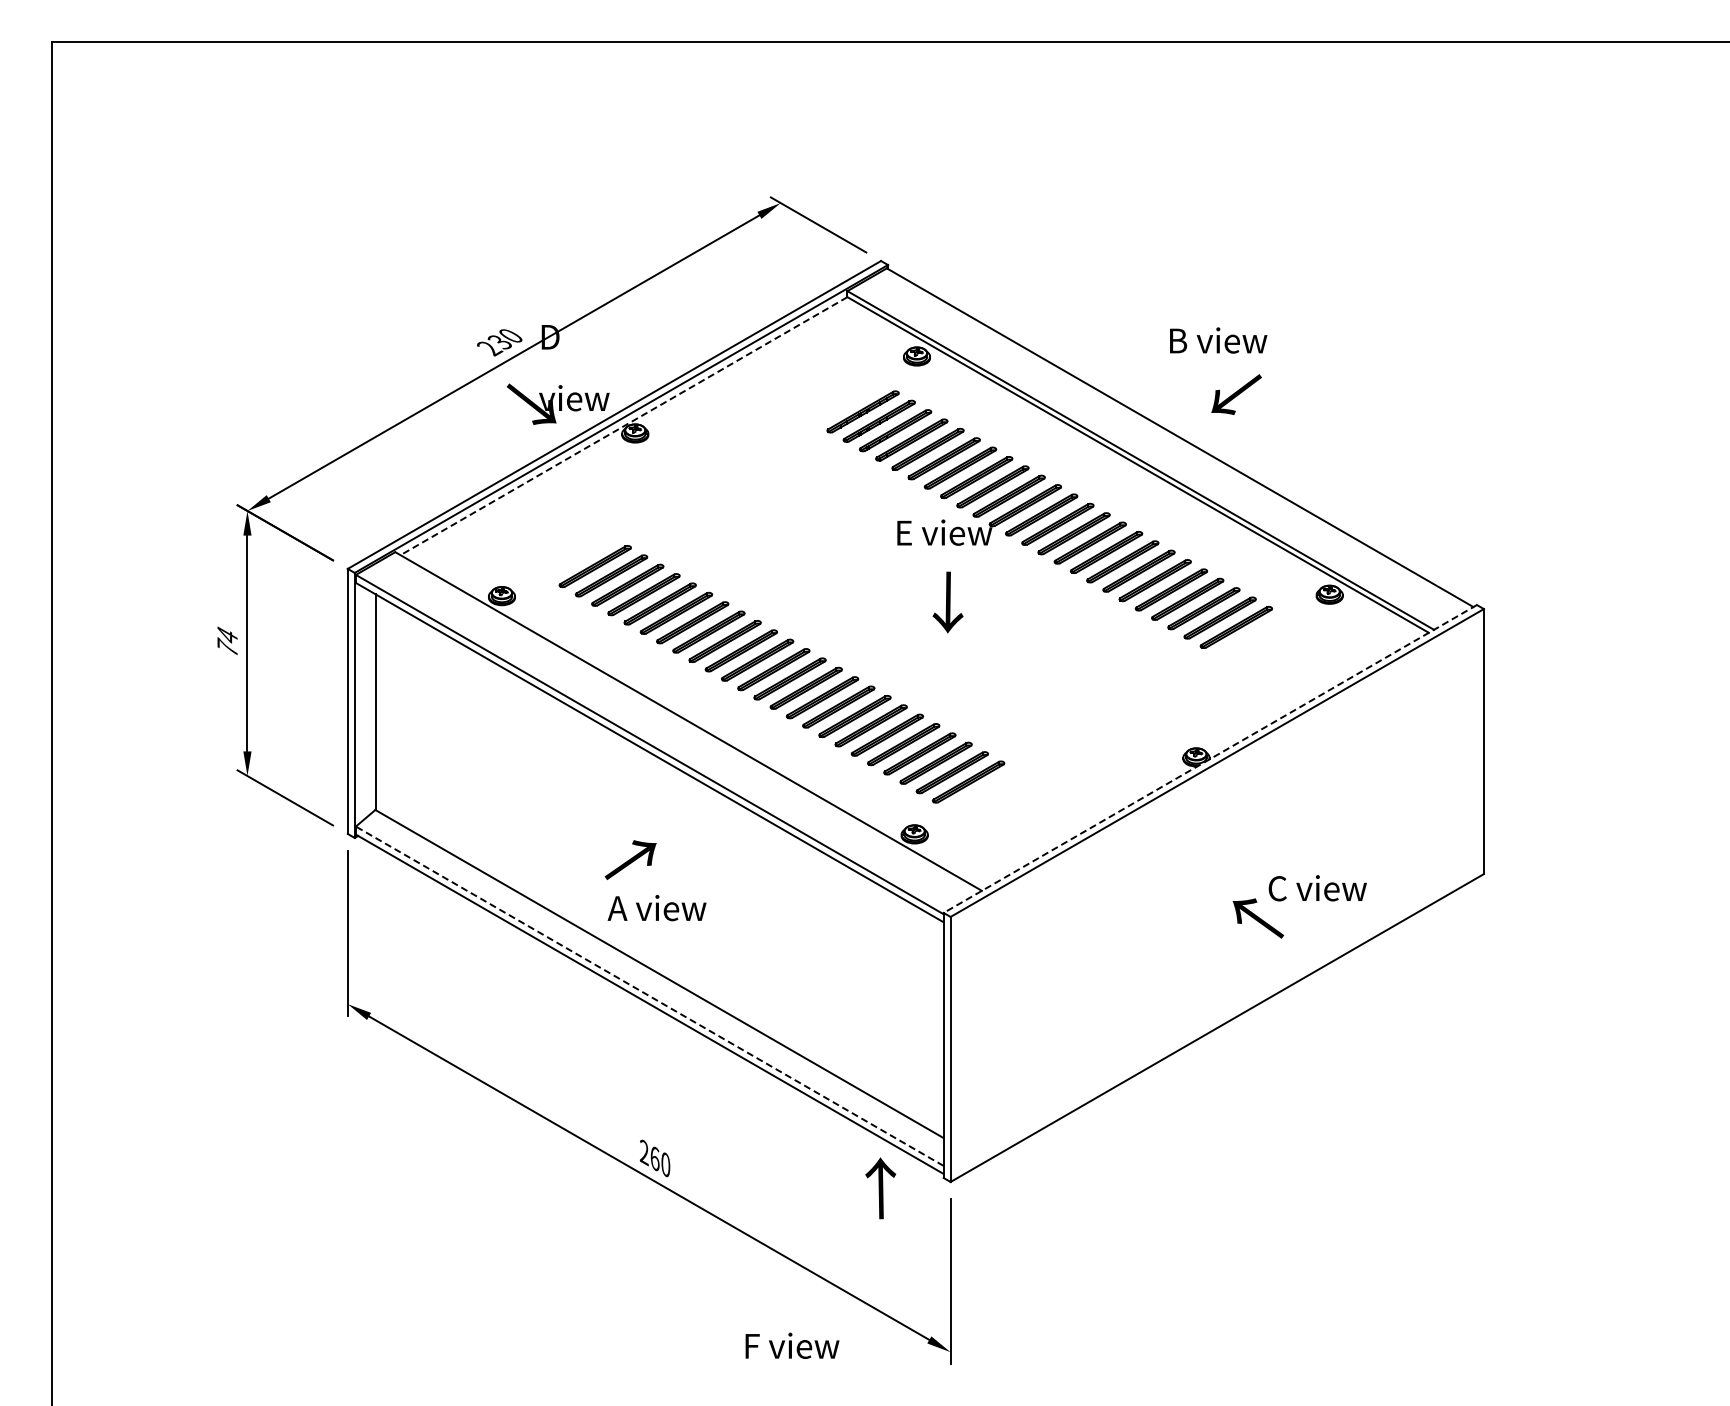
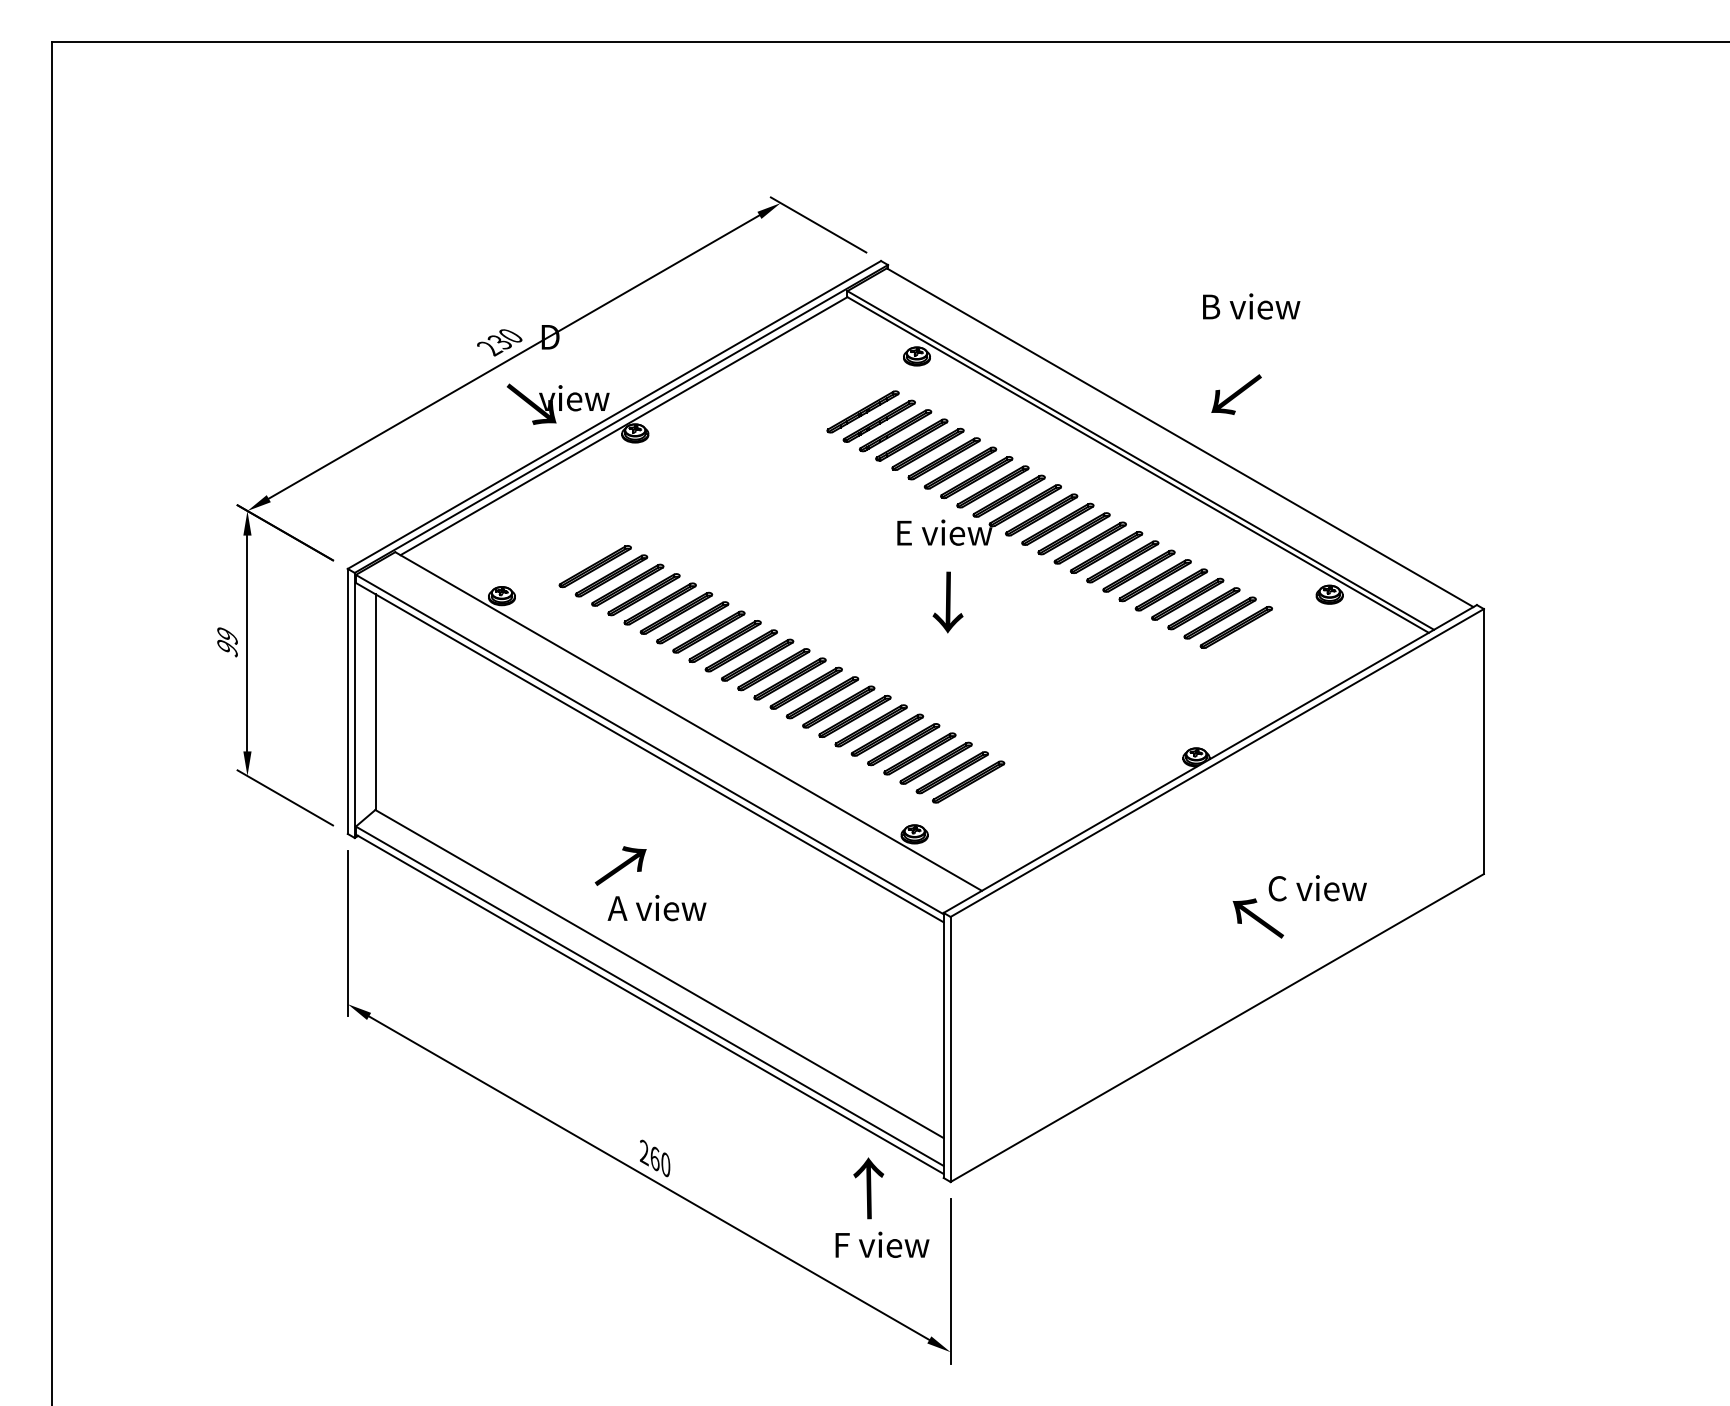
text at (1218, 340) position: (1218, 340) -> (1251, 306)
line at (623, 426): dashed -> solid
text at (227, 641): 74 -> 99
line at (1210, 758): dashed -> solid
text at (630, 859) position: (630, 859) -> (620, 865)
line at (649, 996): dashed -> solid
text at (880, 1188) position: (880, 1188) -> (868, 1188)
text at (792, 1345) position: (792, 1345) -> (882, 1244)
